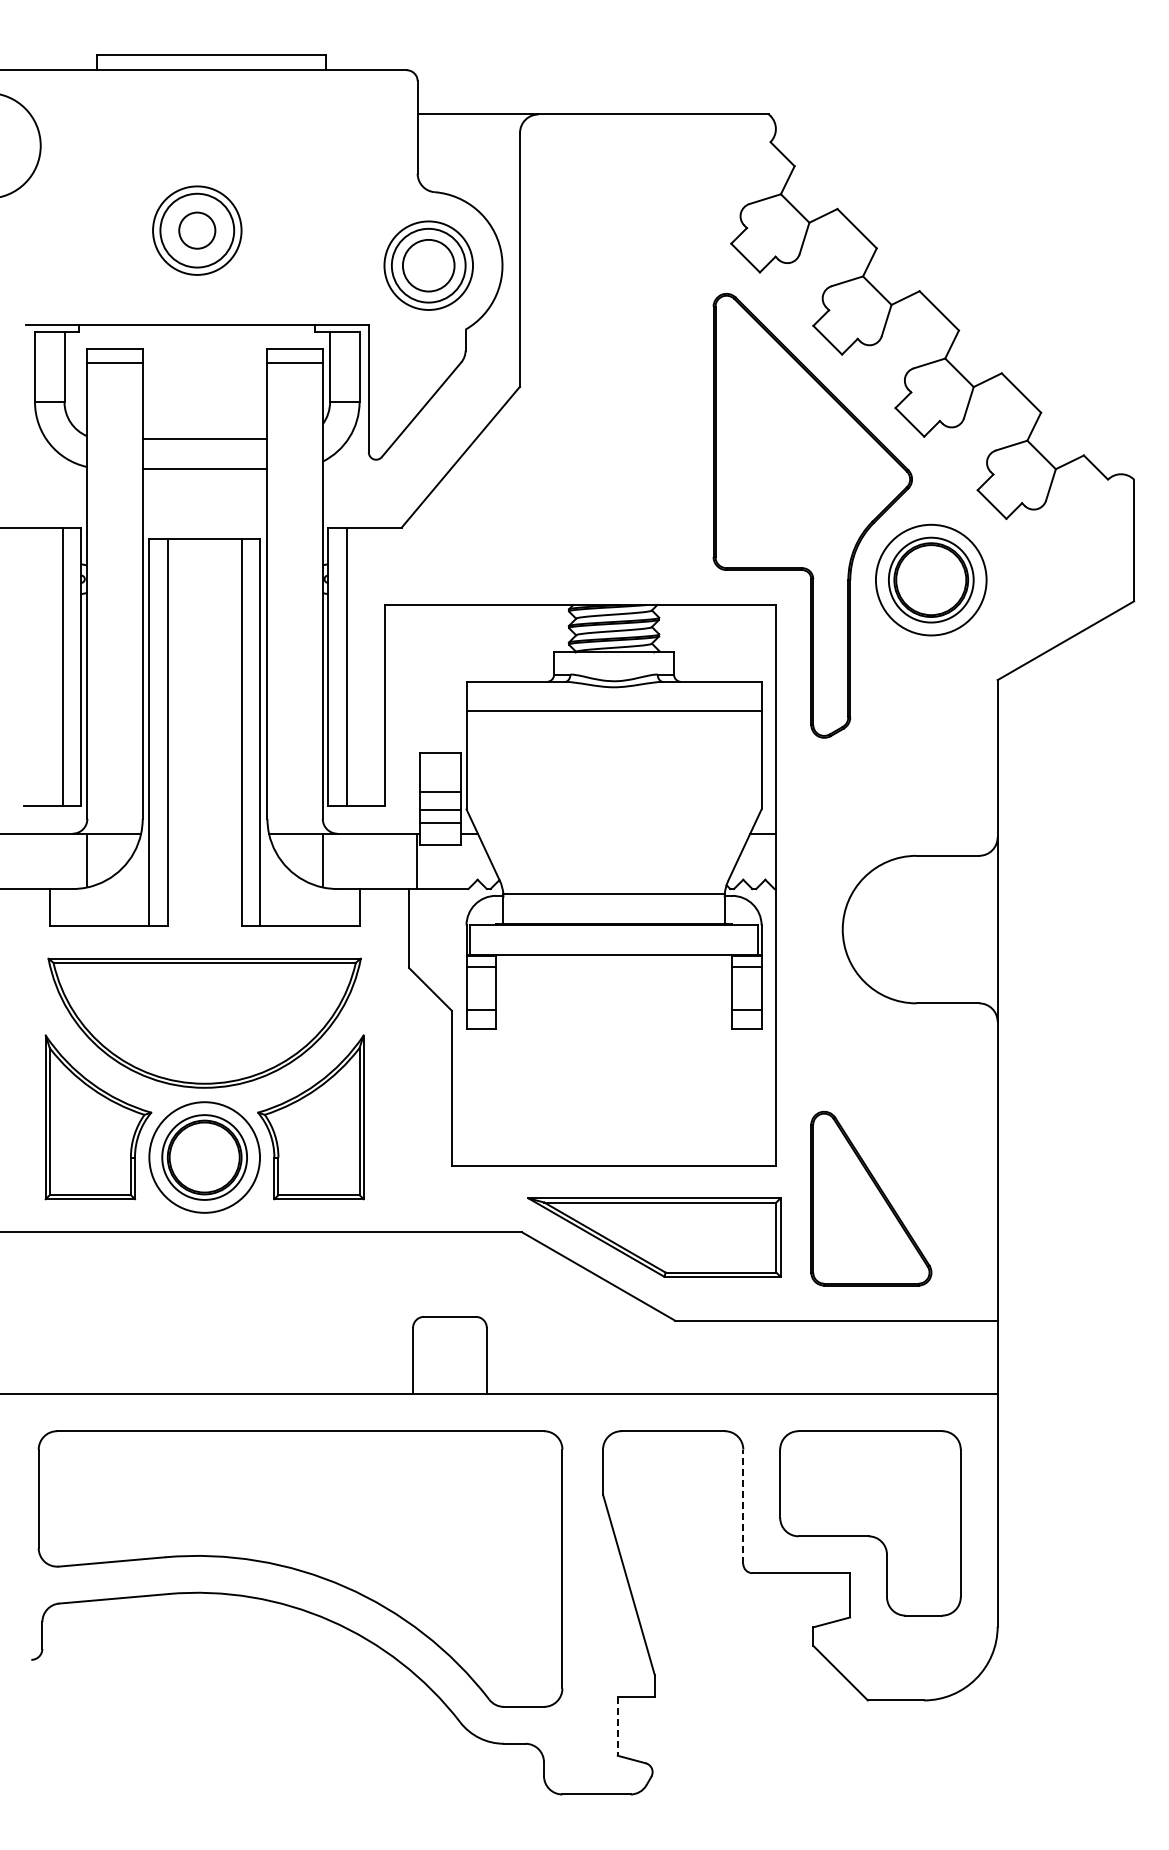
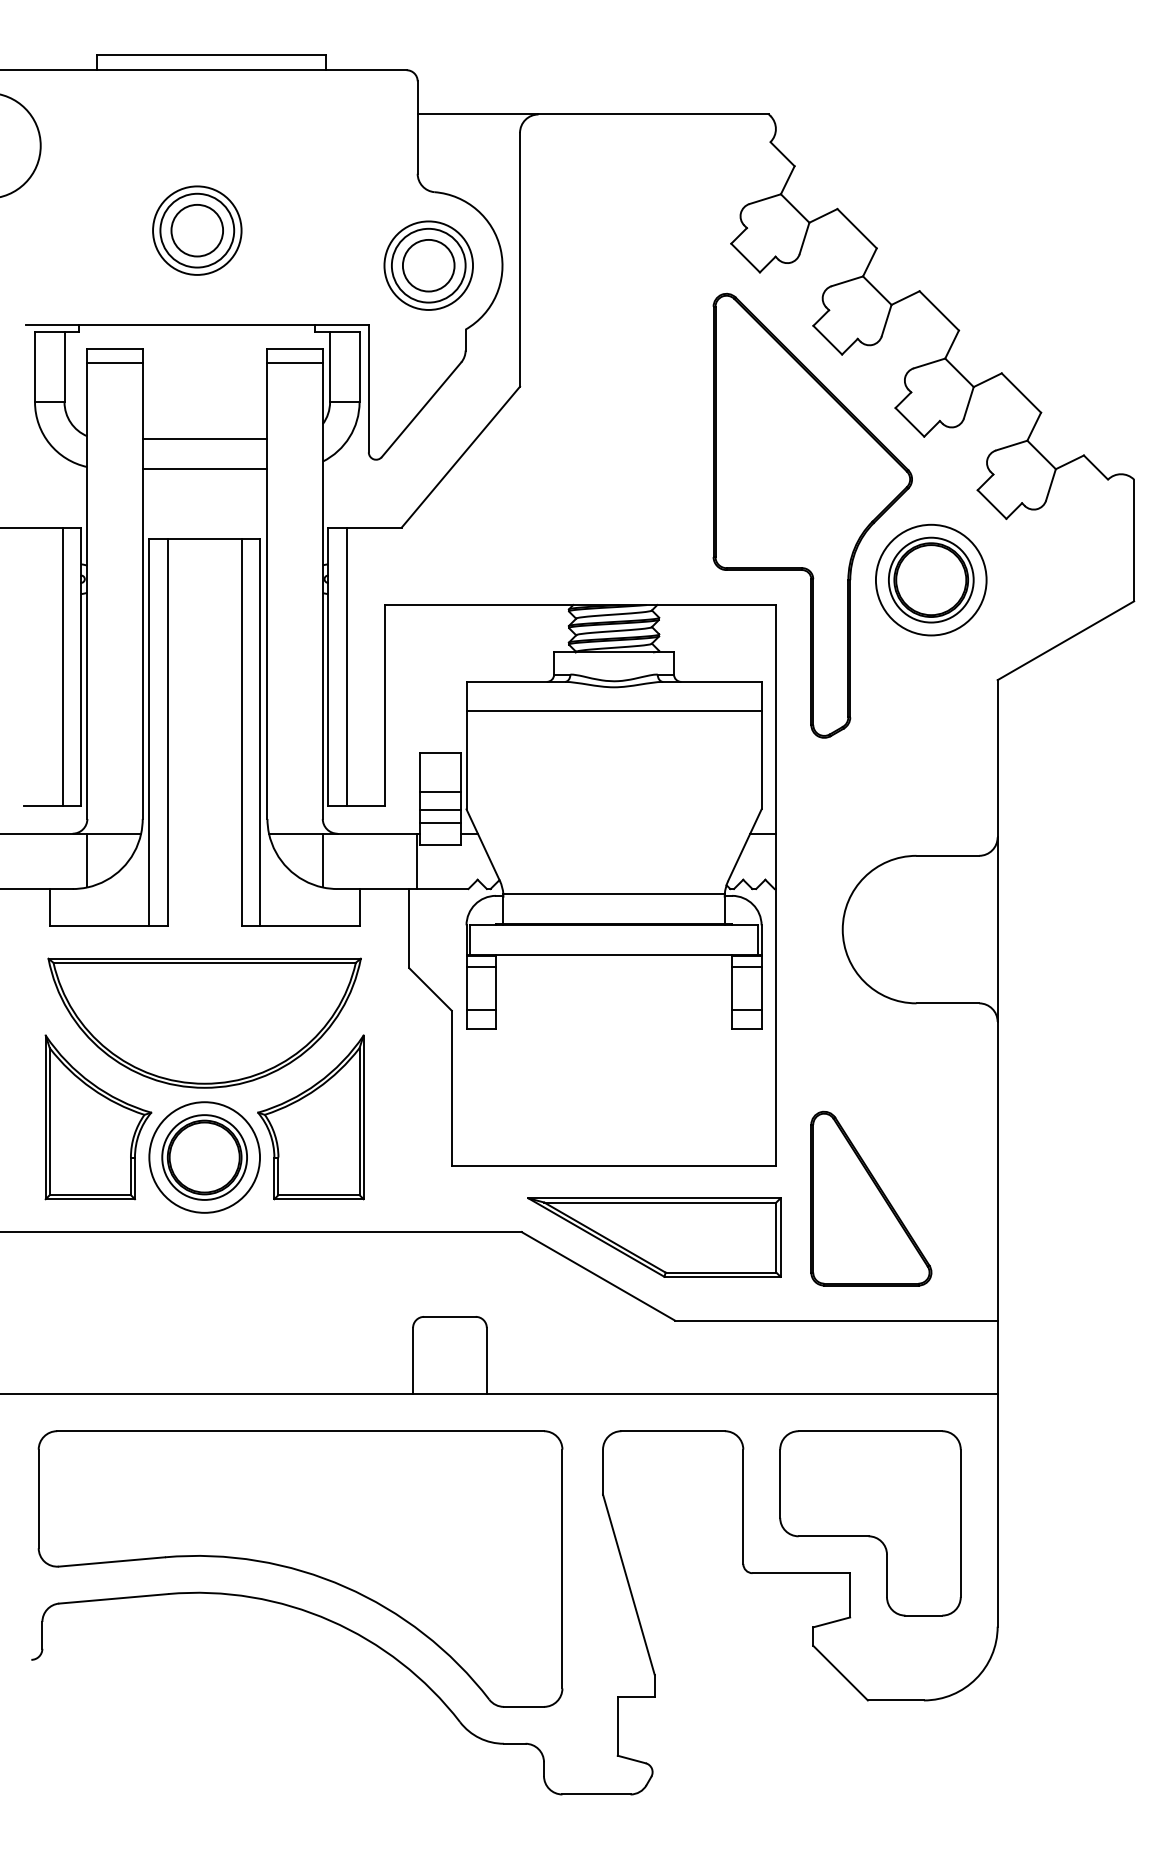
circle at (197, 230) diameter: 36 px -> 52 px
line at (743, 1506): dashed -> solid
line at (617, 1726): dashed -> solid
